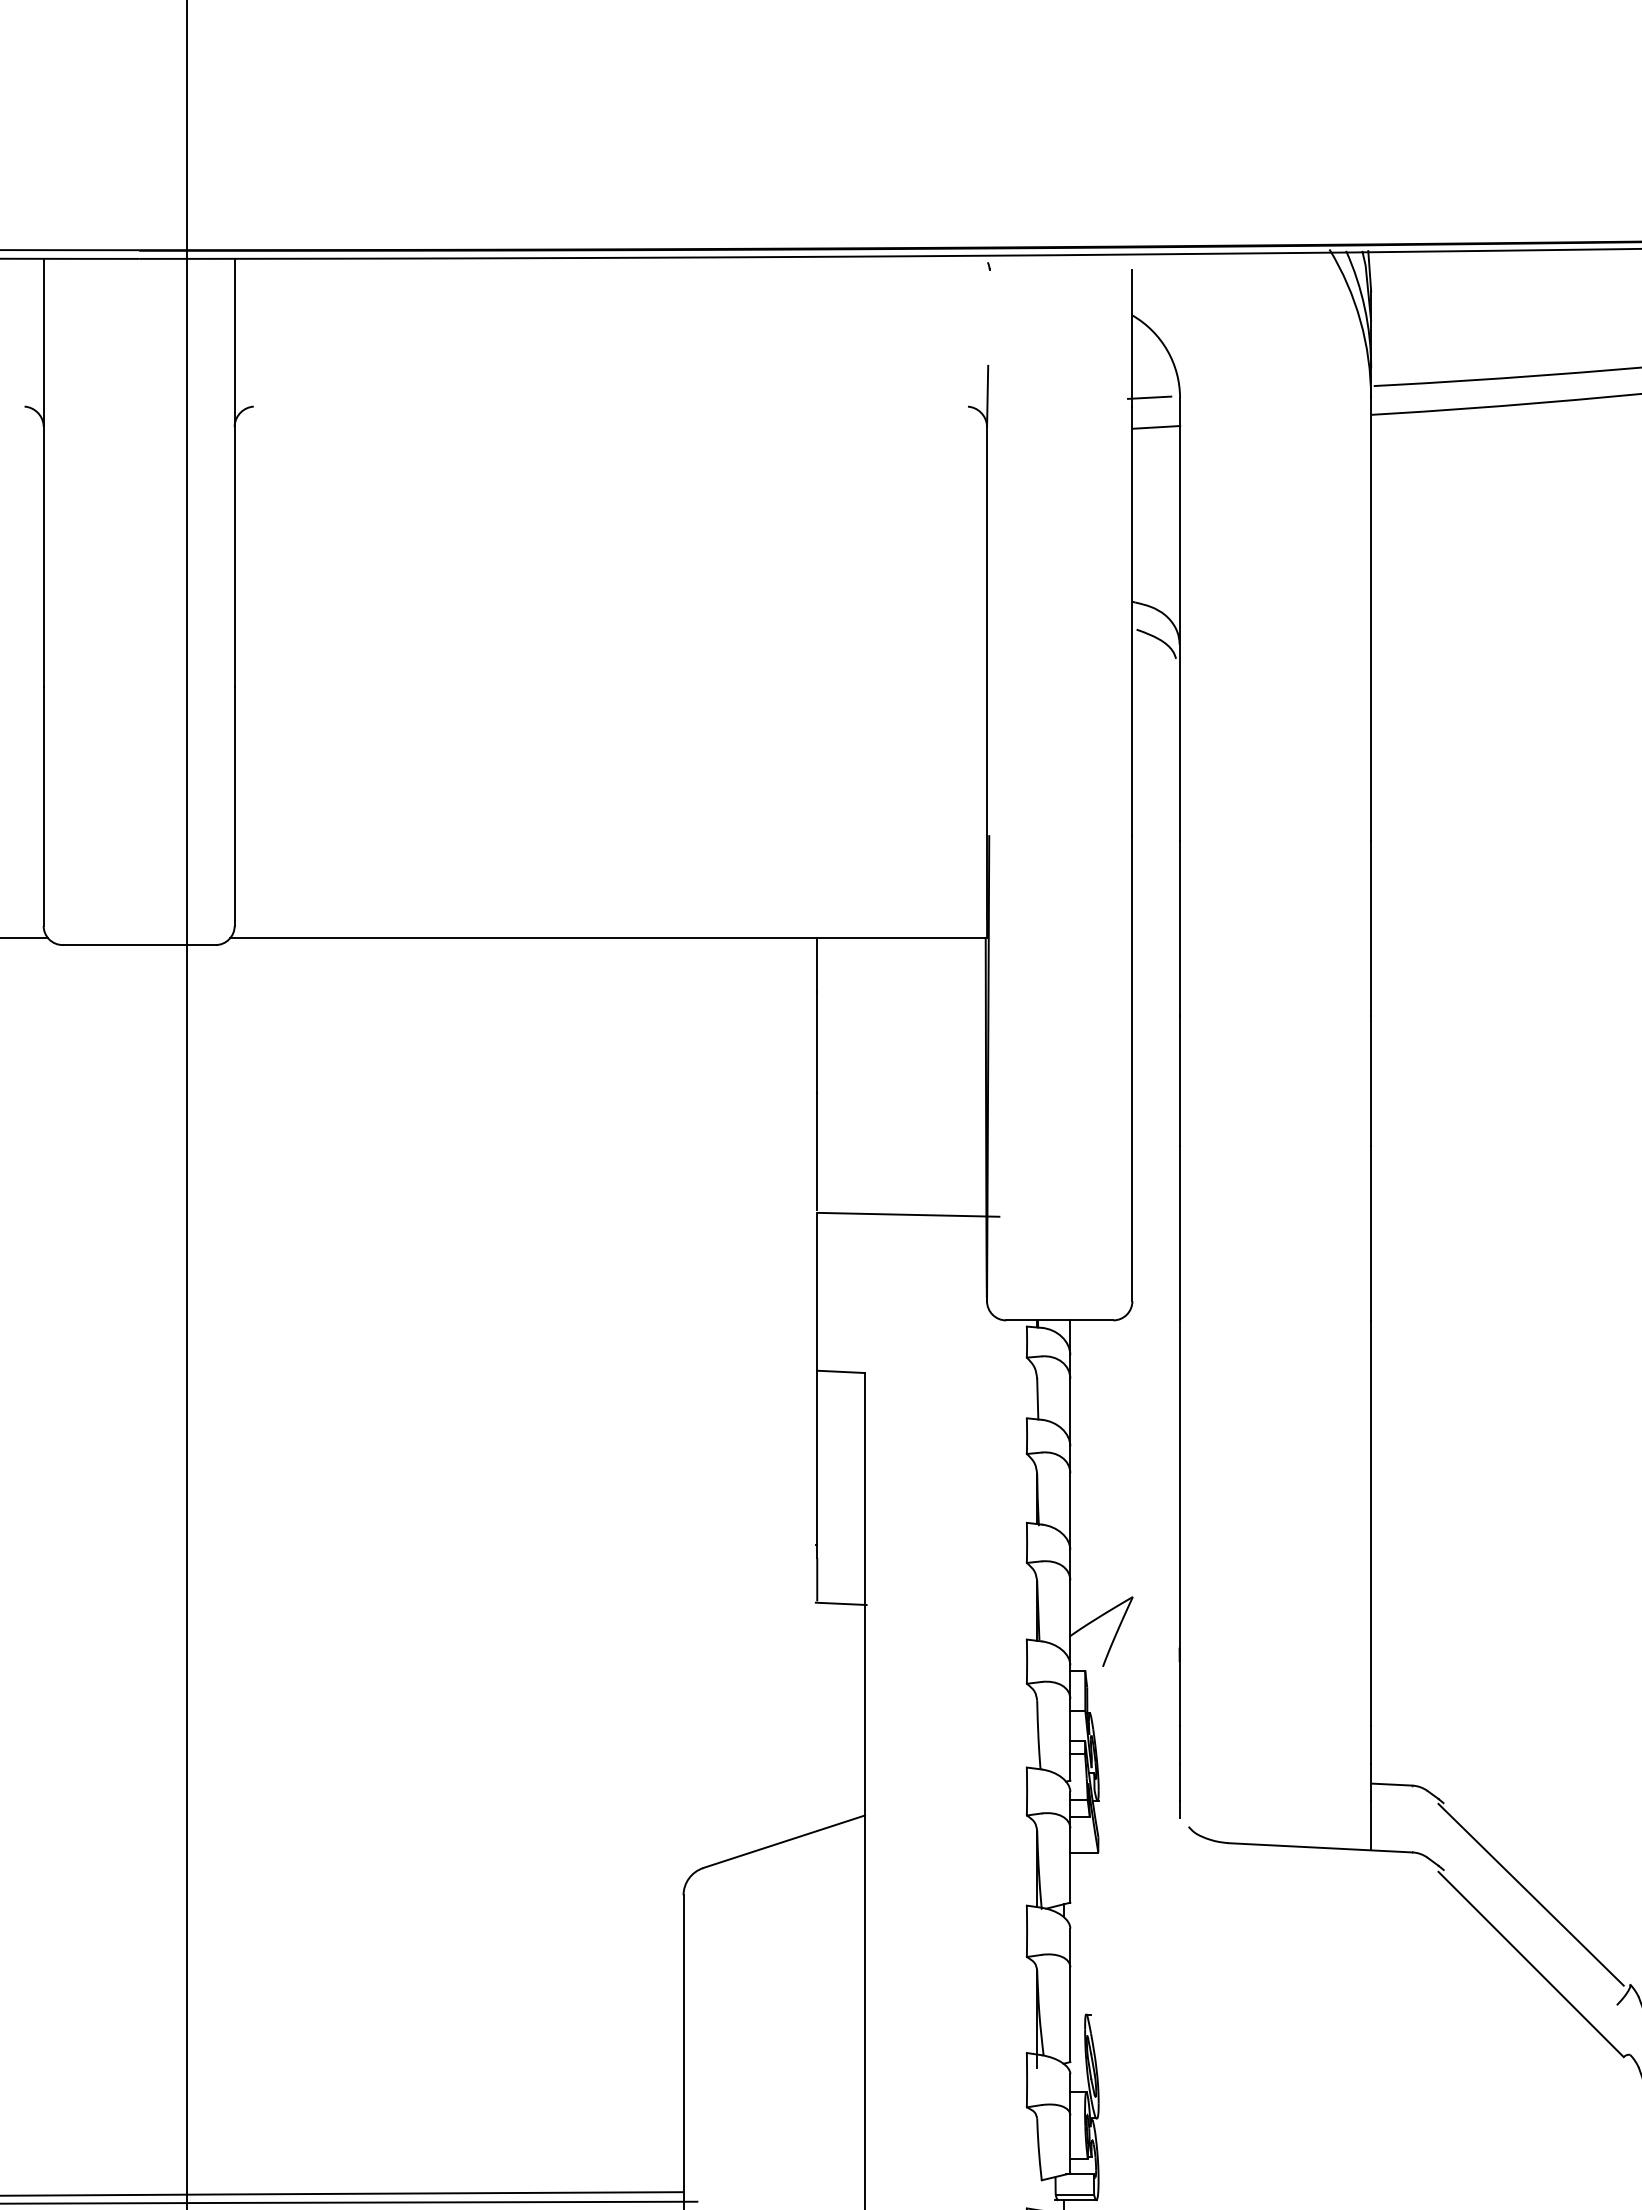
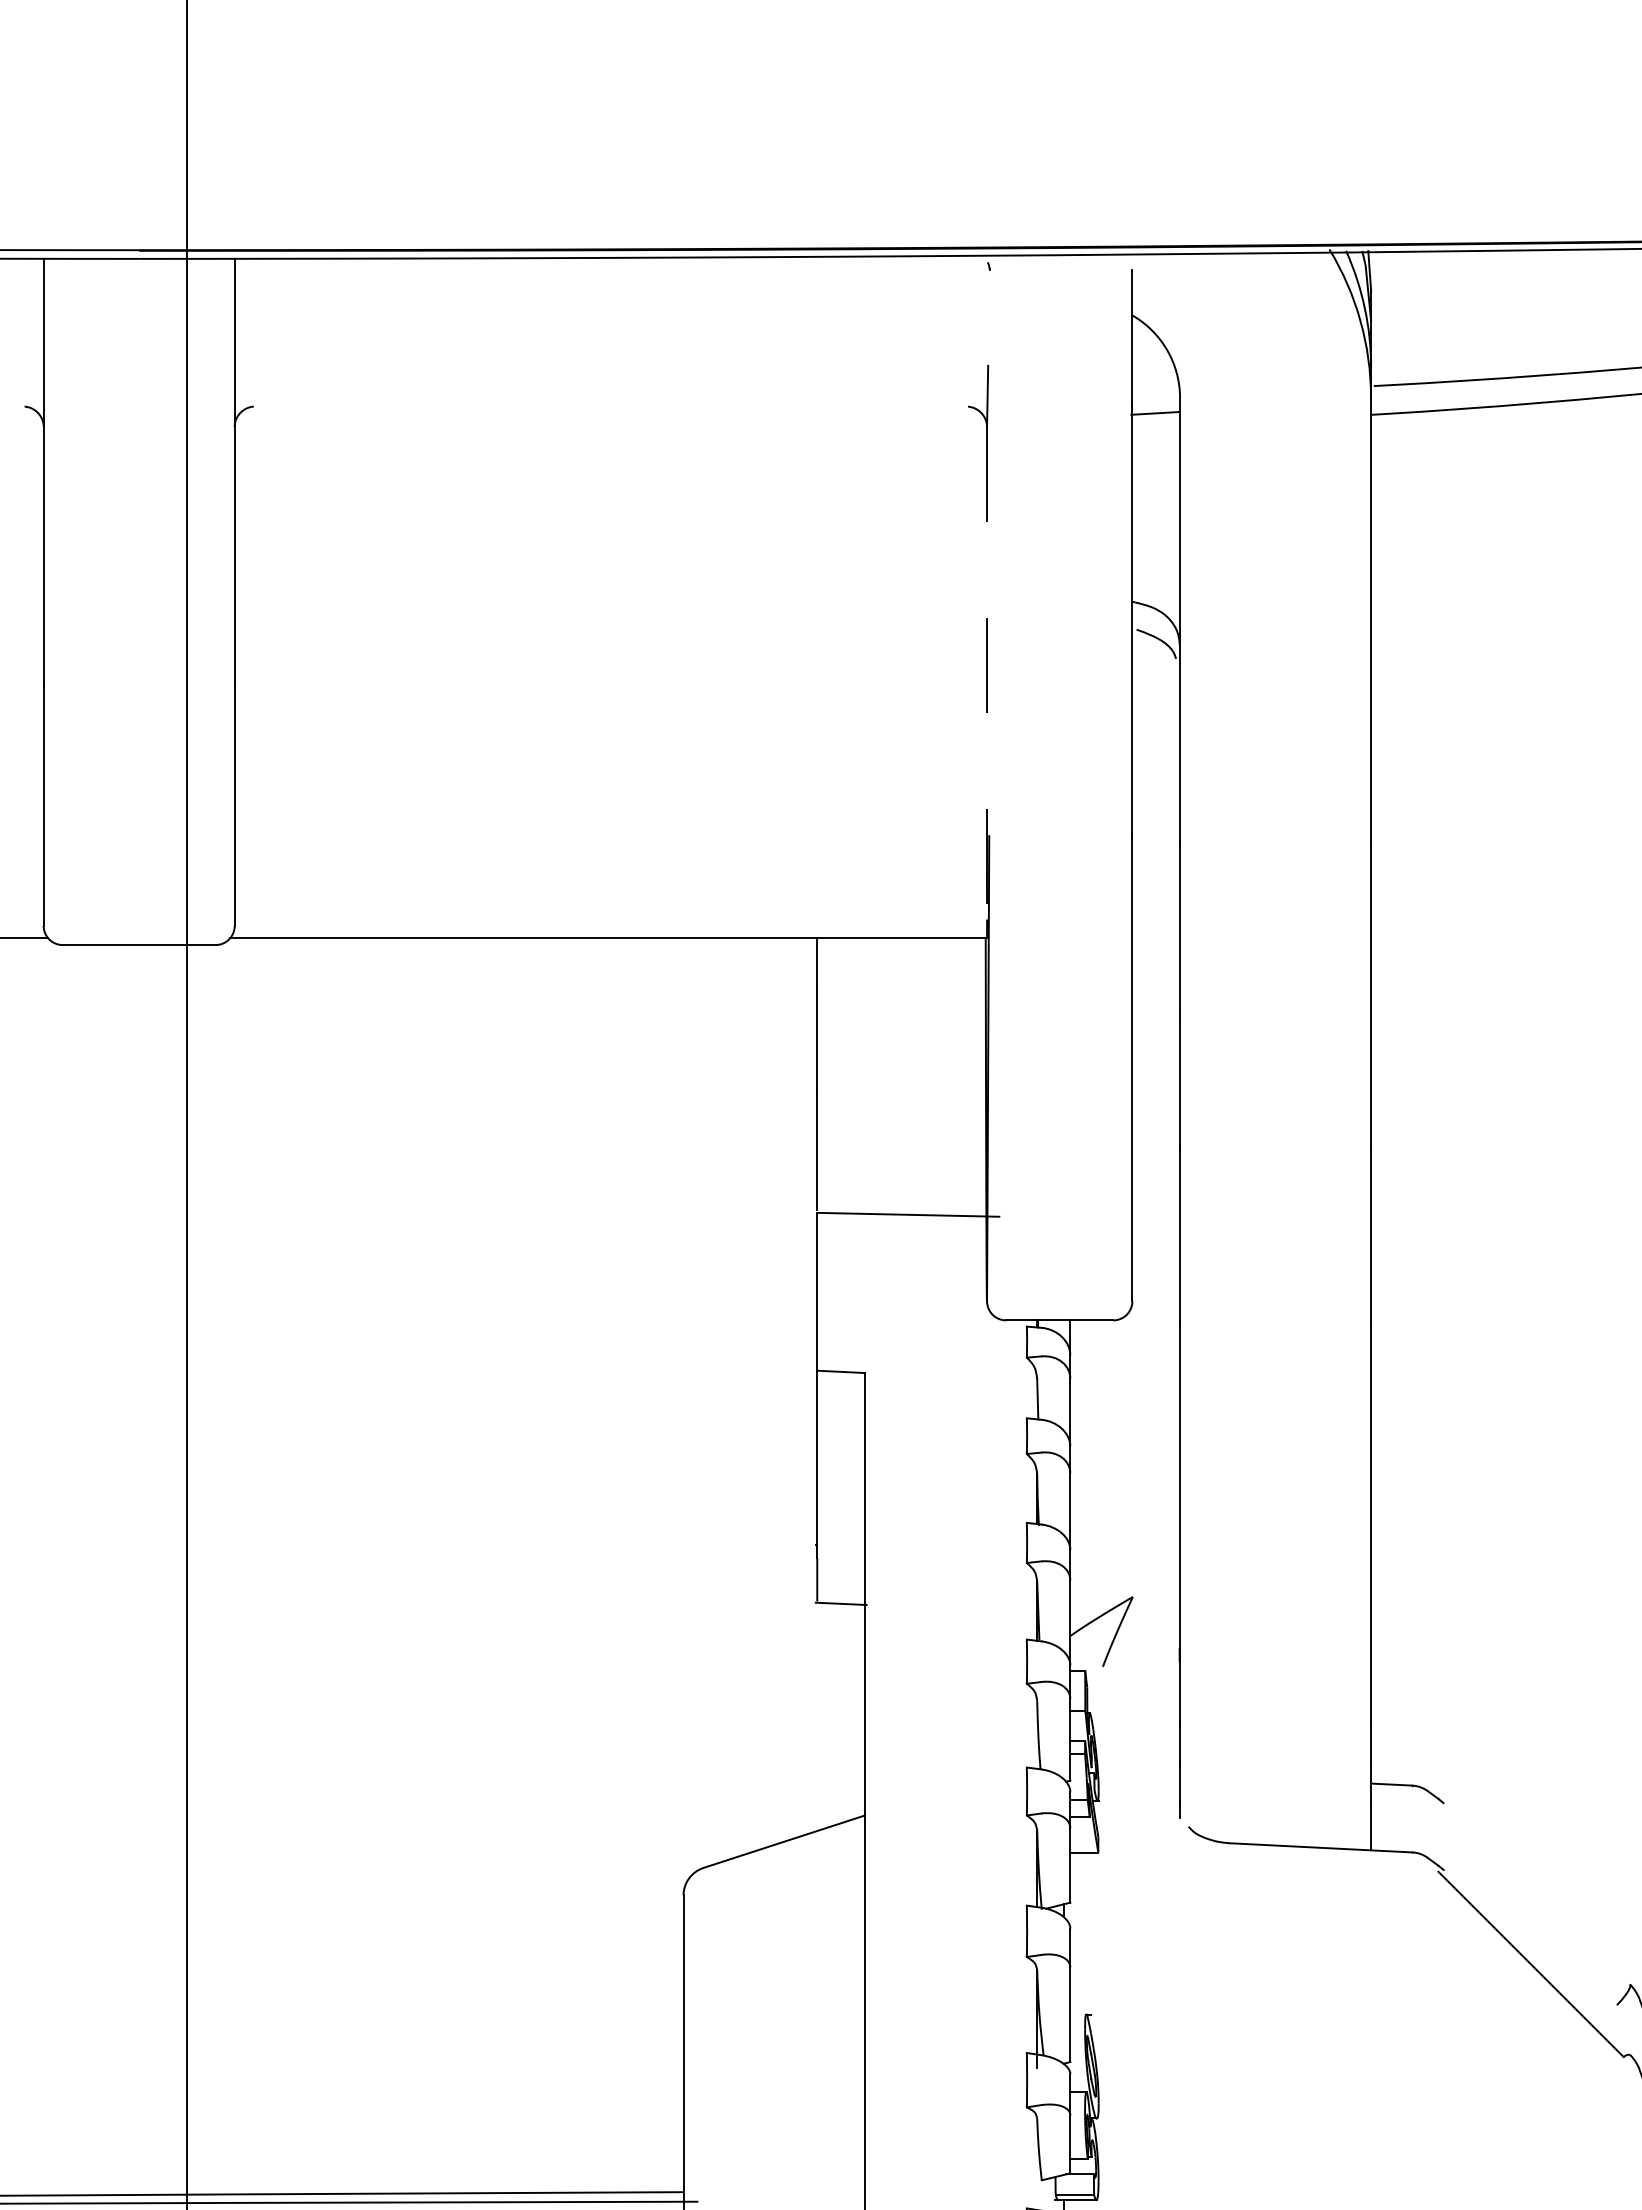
line at (1149, 397): present -> none
line at (1156, 427) position: (1156, 427) -> (1155, 413)
line at (987, 673): solid -> dashed
line at (1530, 1894): present -> none
